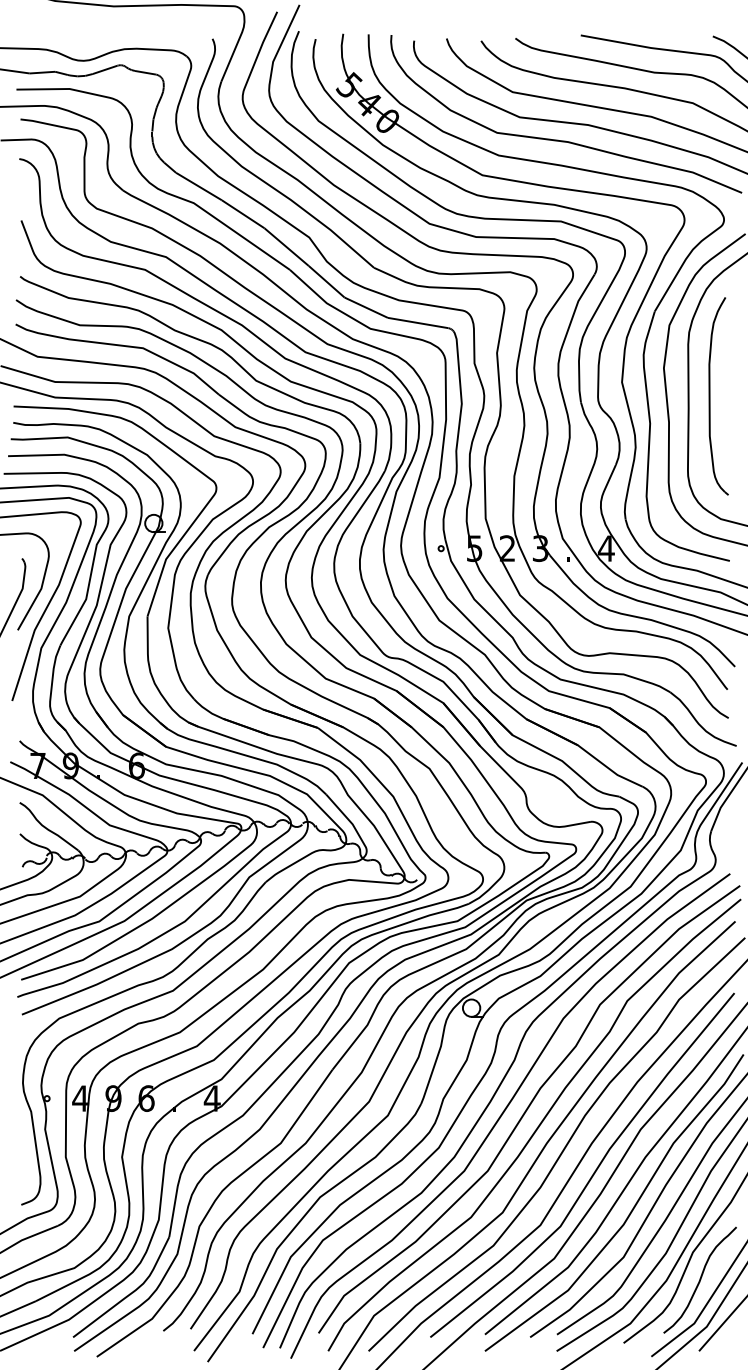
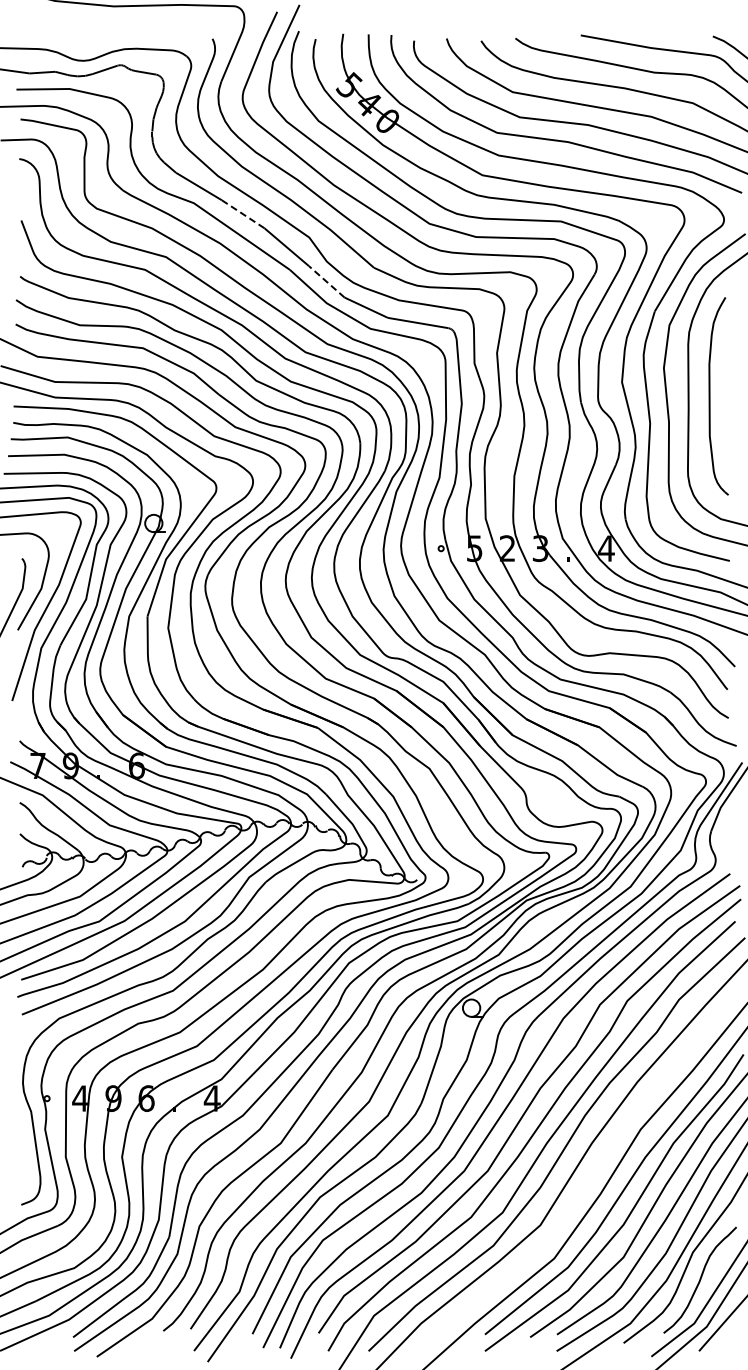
line at (243, 214): solid -> dashed
line at (326, 281): solid -> dashed
curve at (593, 1172): present -> none
